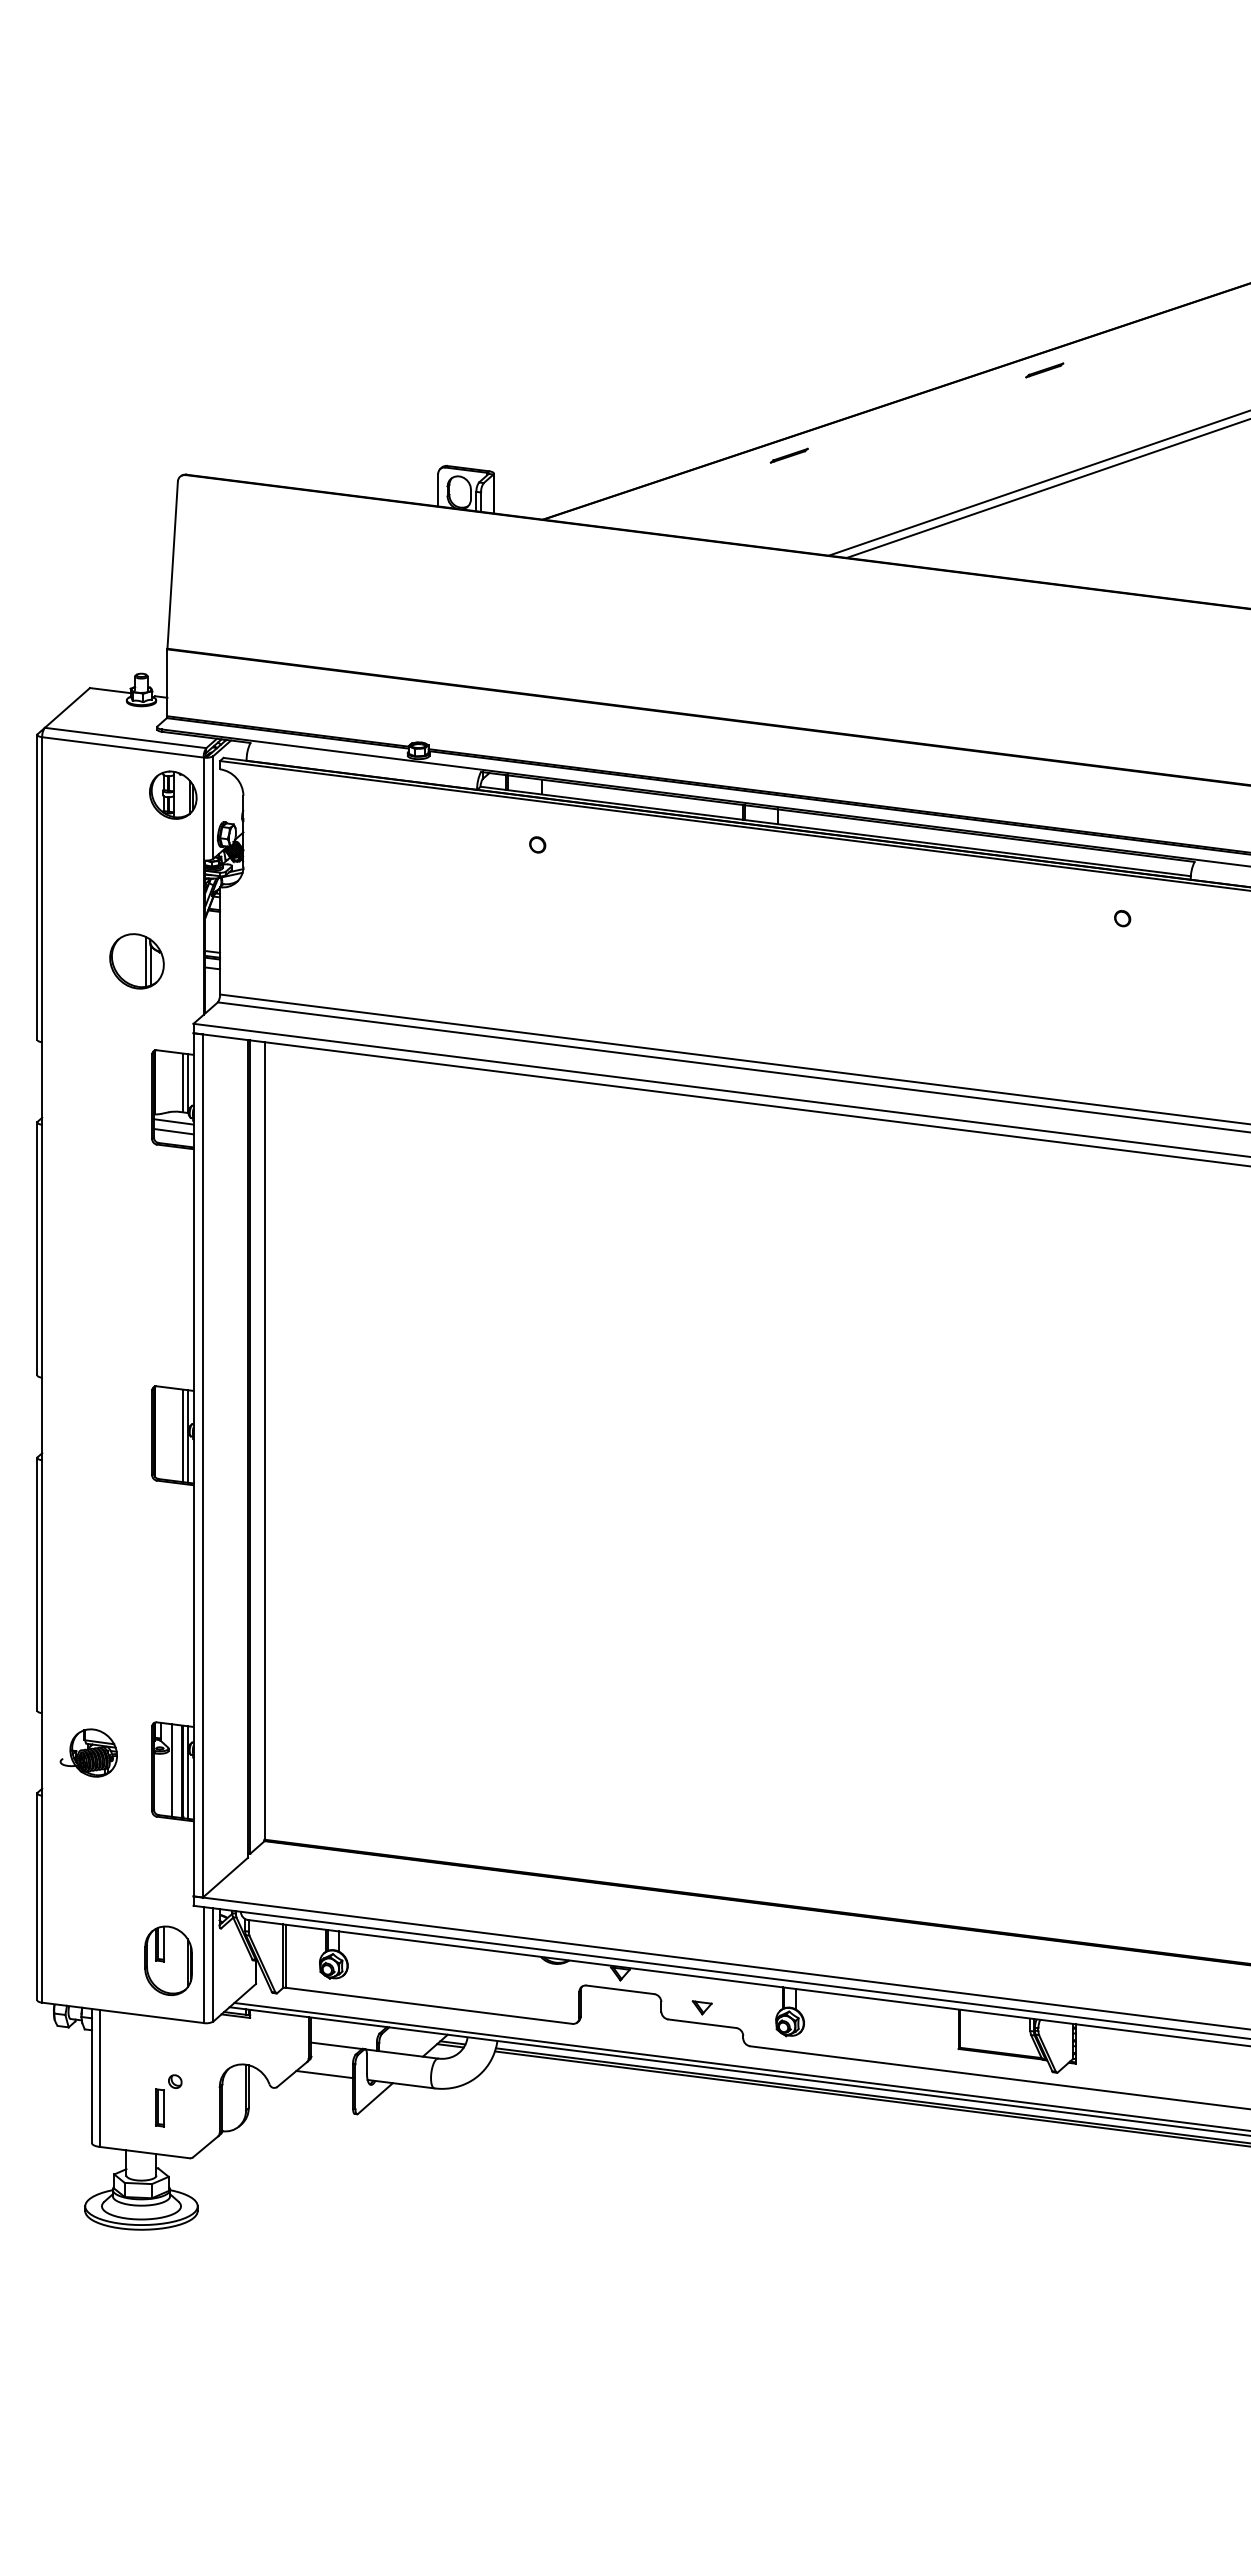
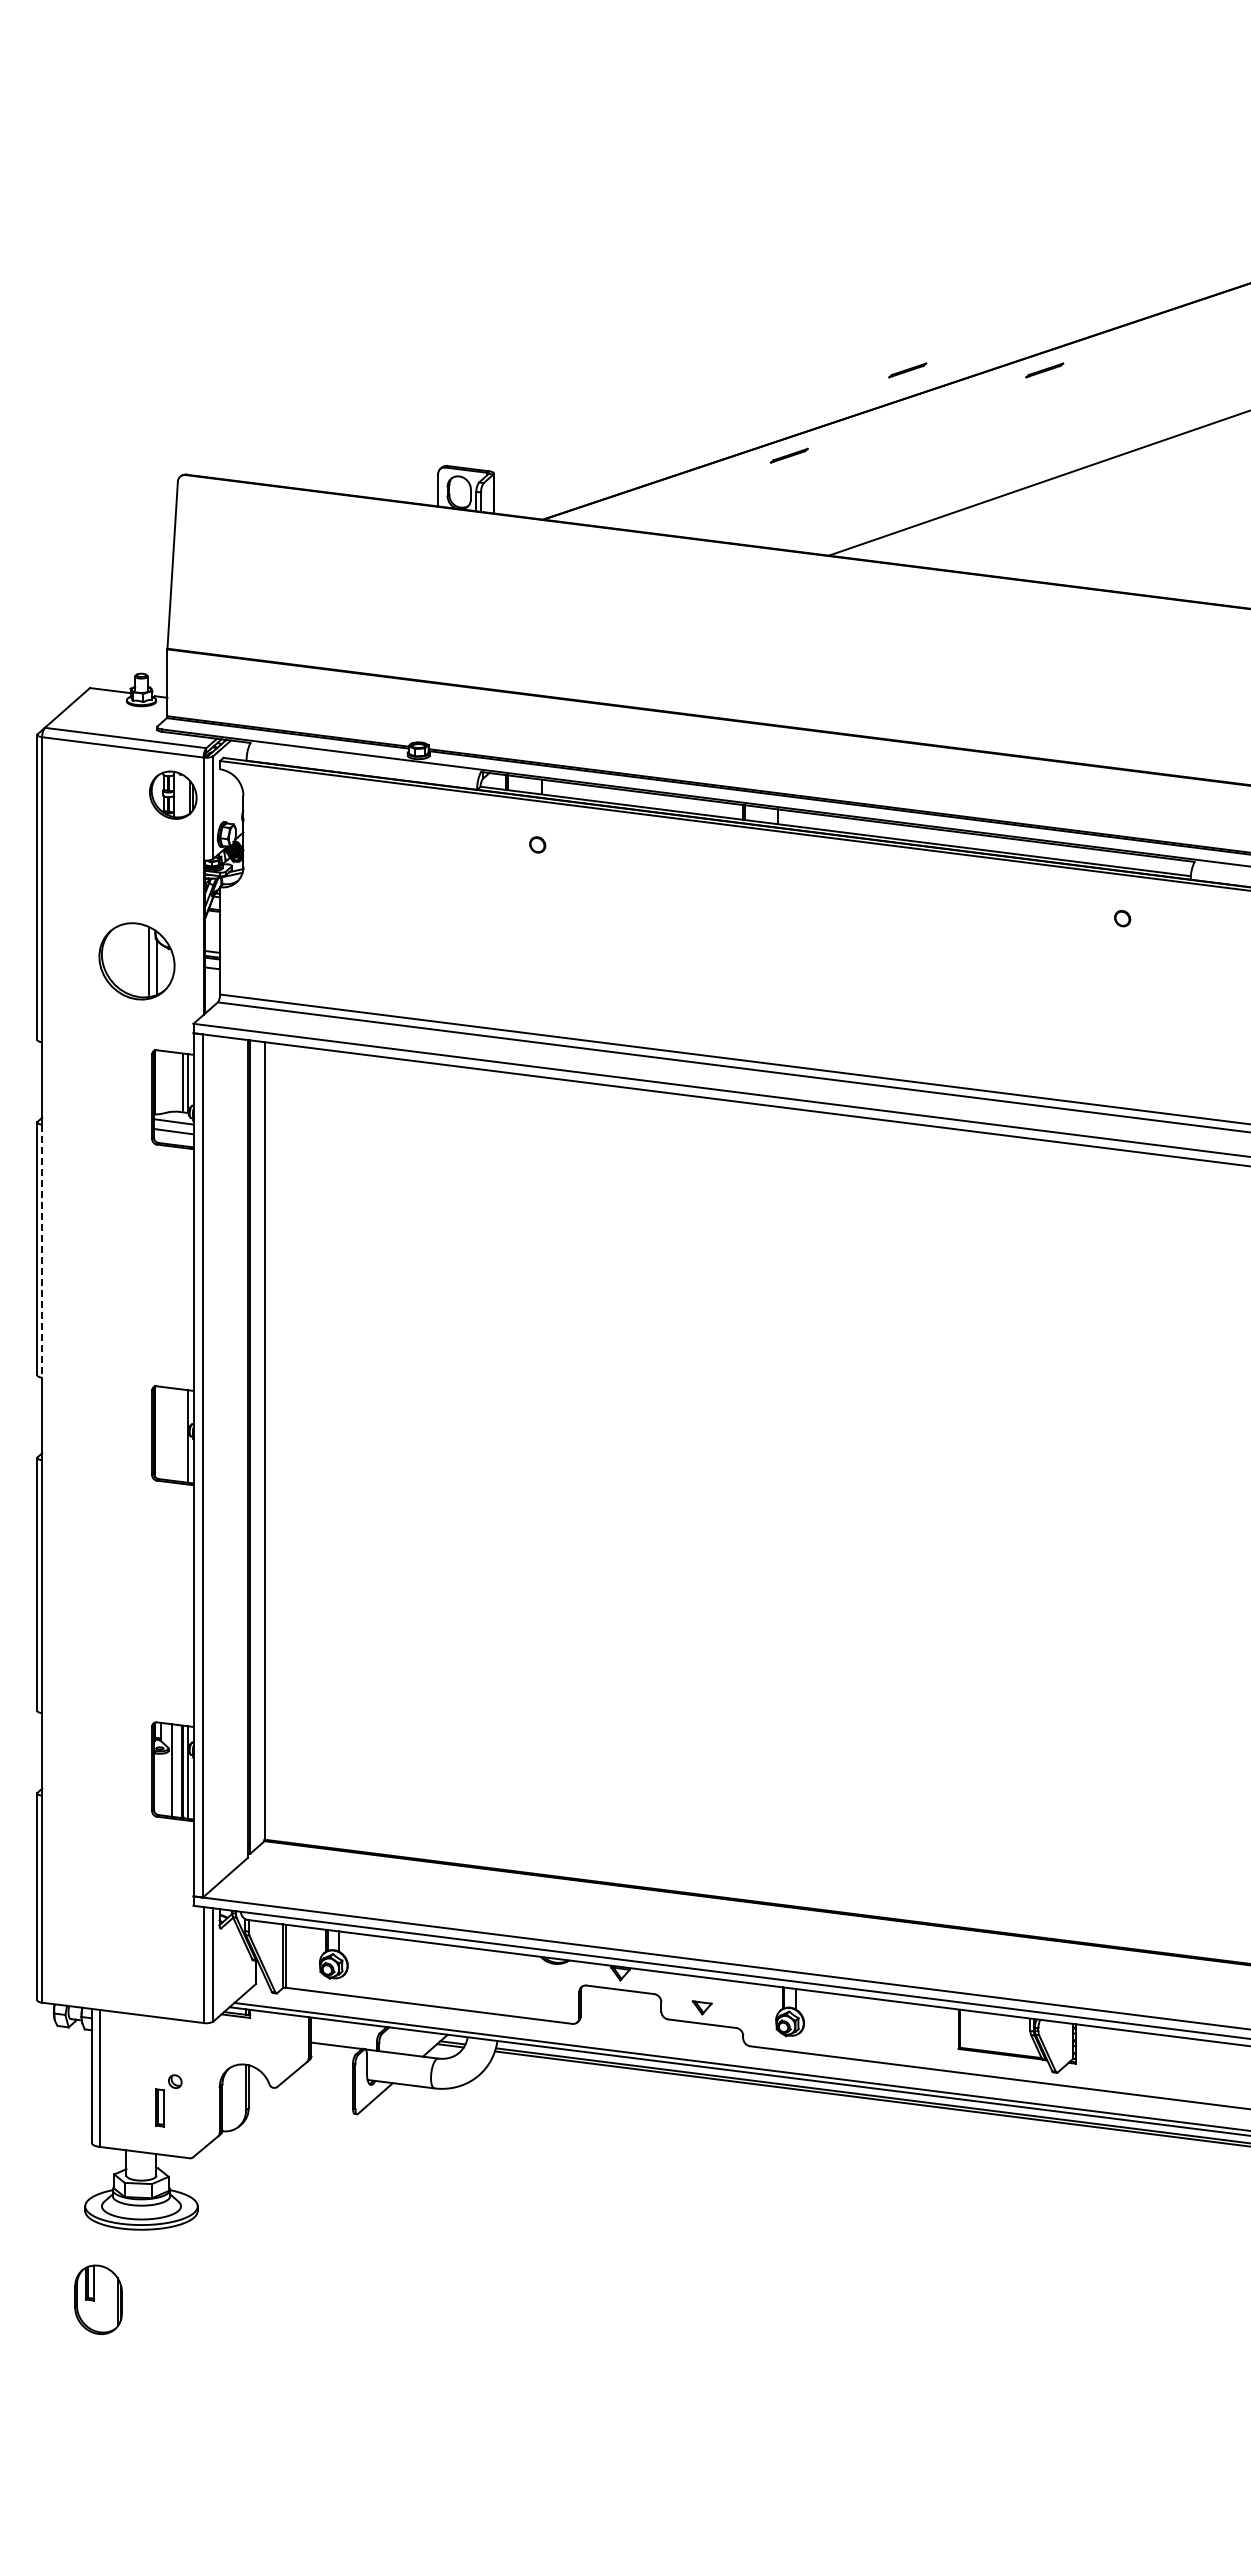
line at (907, 370): none -> present
line at (1046, 488): present -> none
part at (136, 961) size: 56x57 px -> 78x79 px
line at (42, 1251): solid -> dashed
line at (183, 1435): present -> none
part at (88, 1752): present -> none
part at (168, 1960) position: (168, 1960) -> (98, 2299)
line at (324, 2074): present -> none
